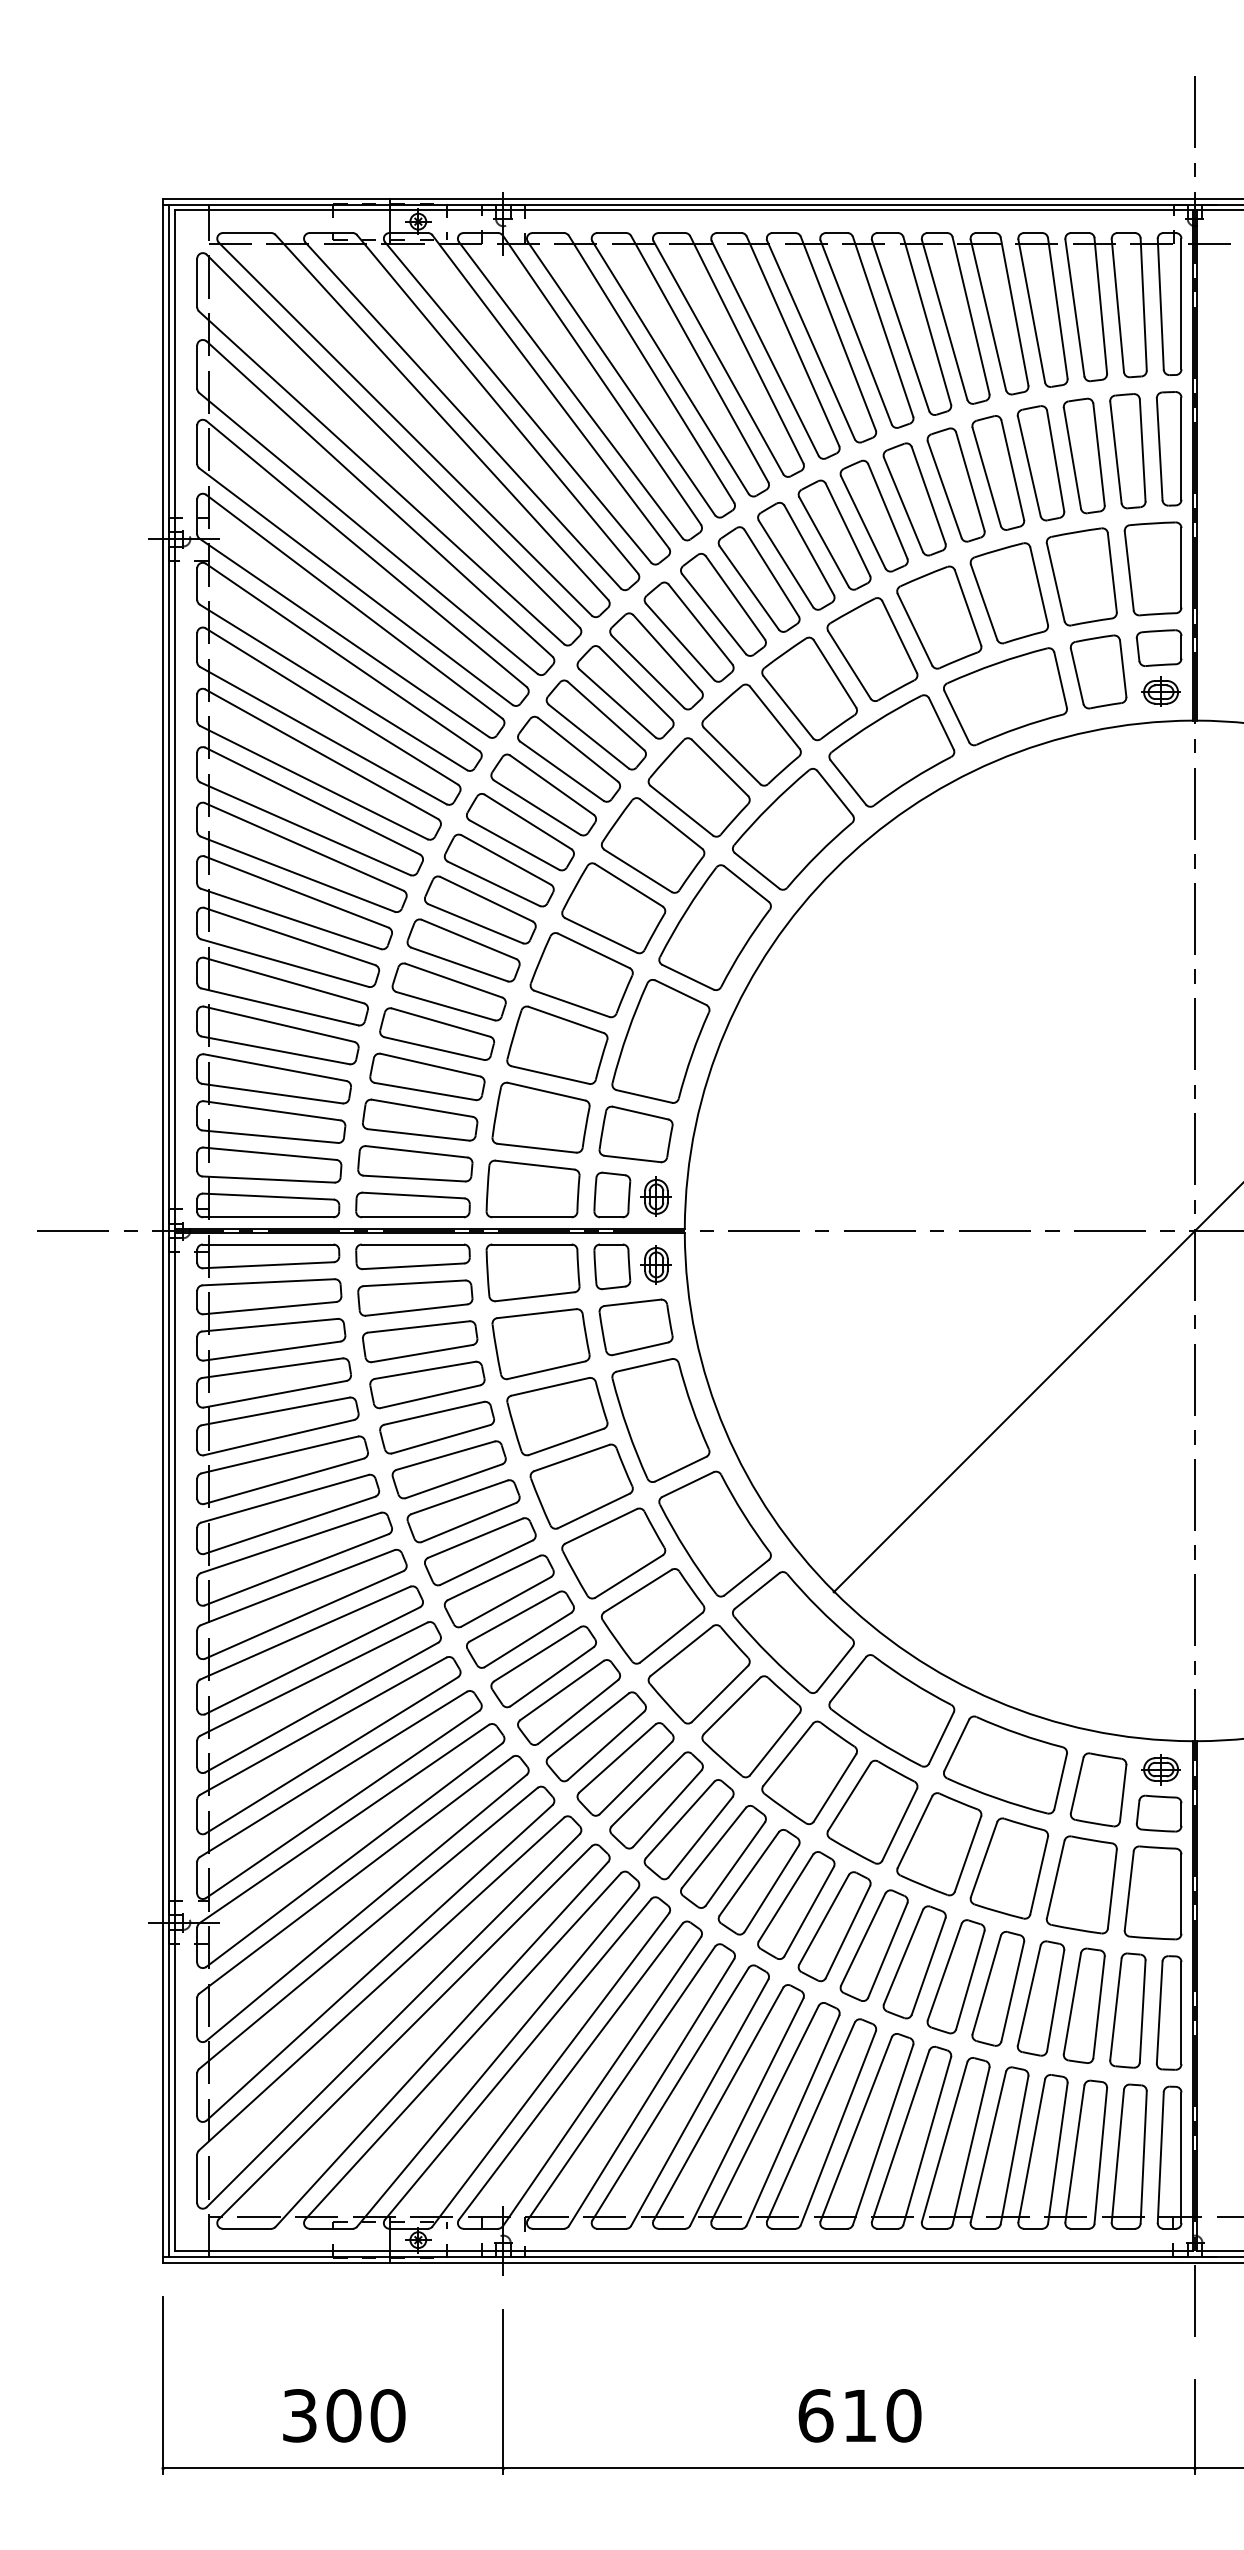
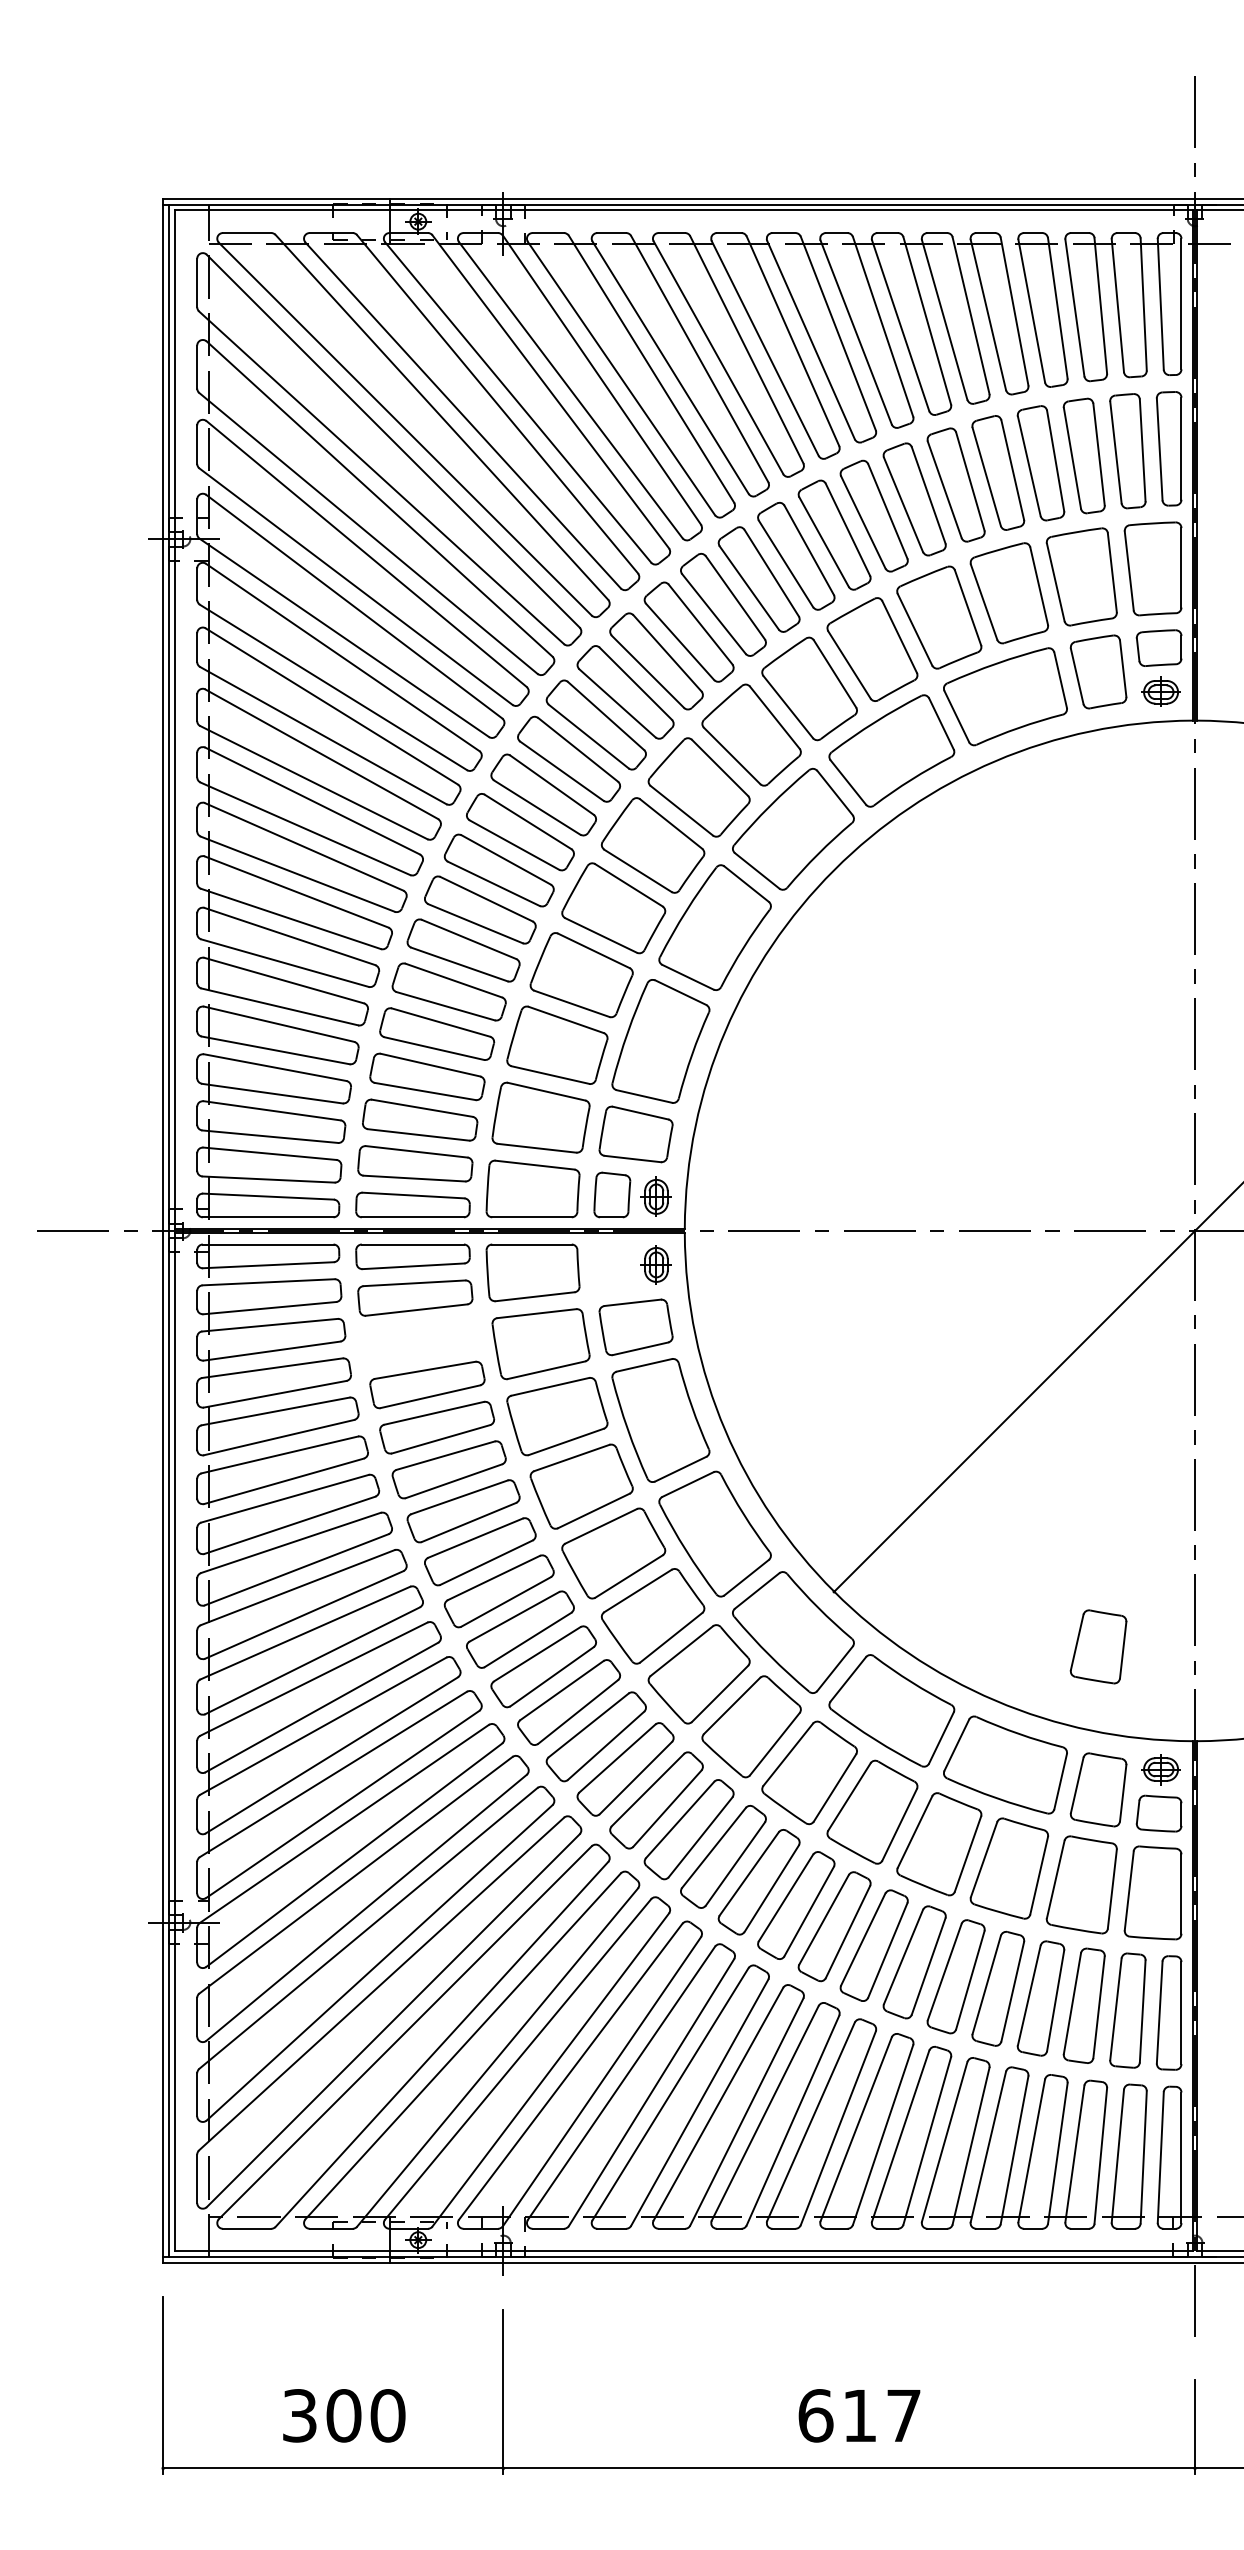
part at (612, 1266): present -> none
part at (420, 1341): present -> none
part at (1098, 1646): none -> present
text at (903, 2415): 610 -> 617
